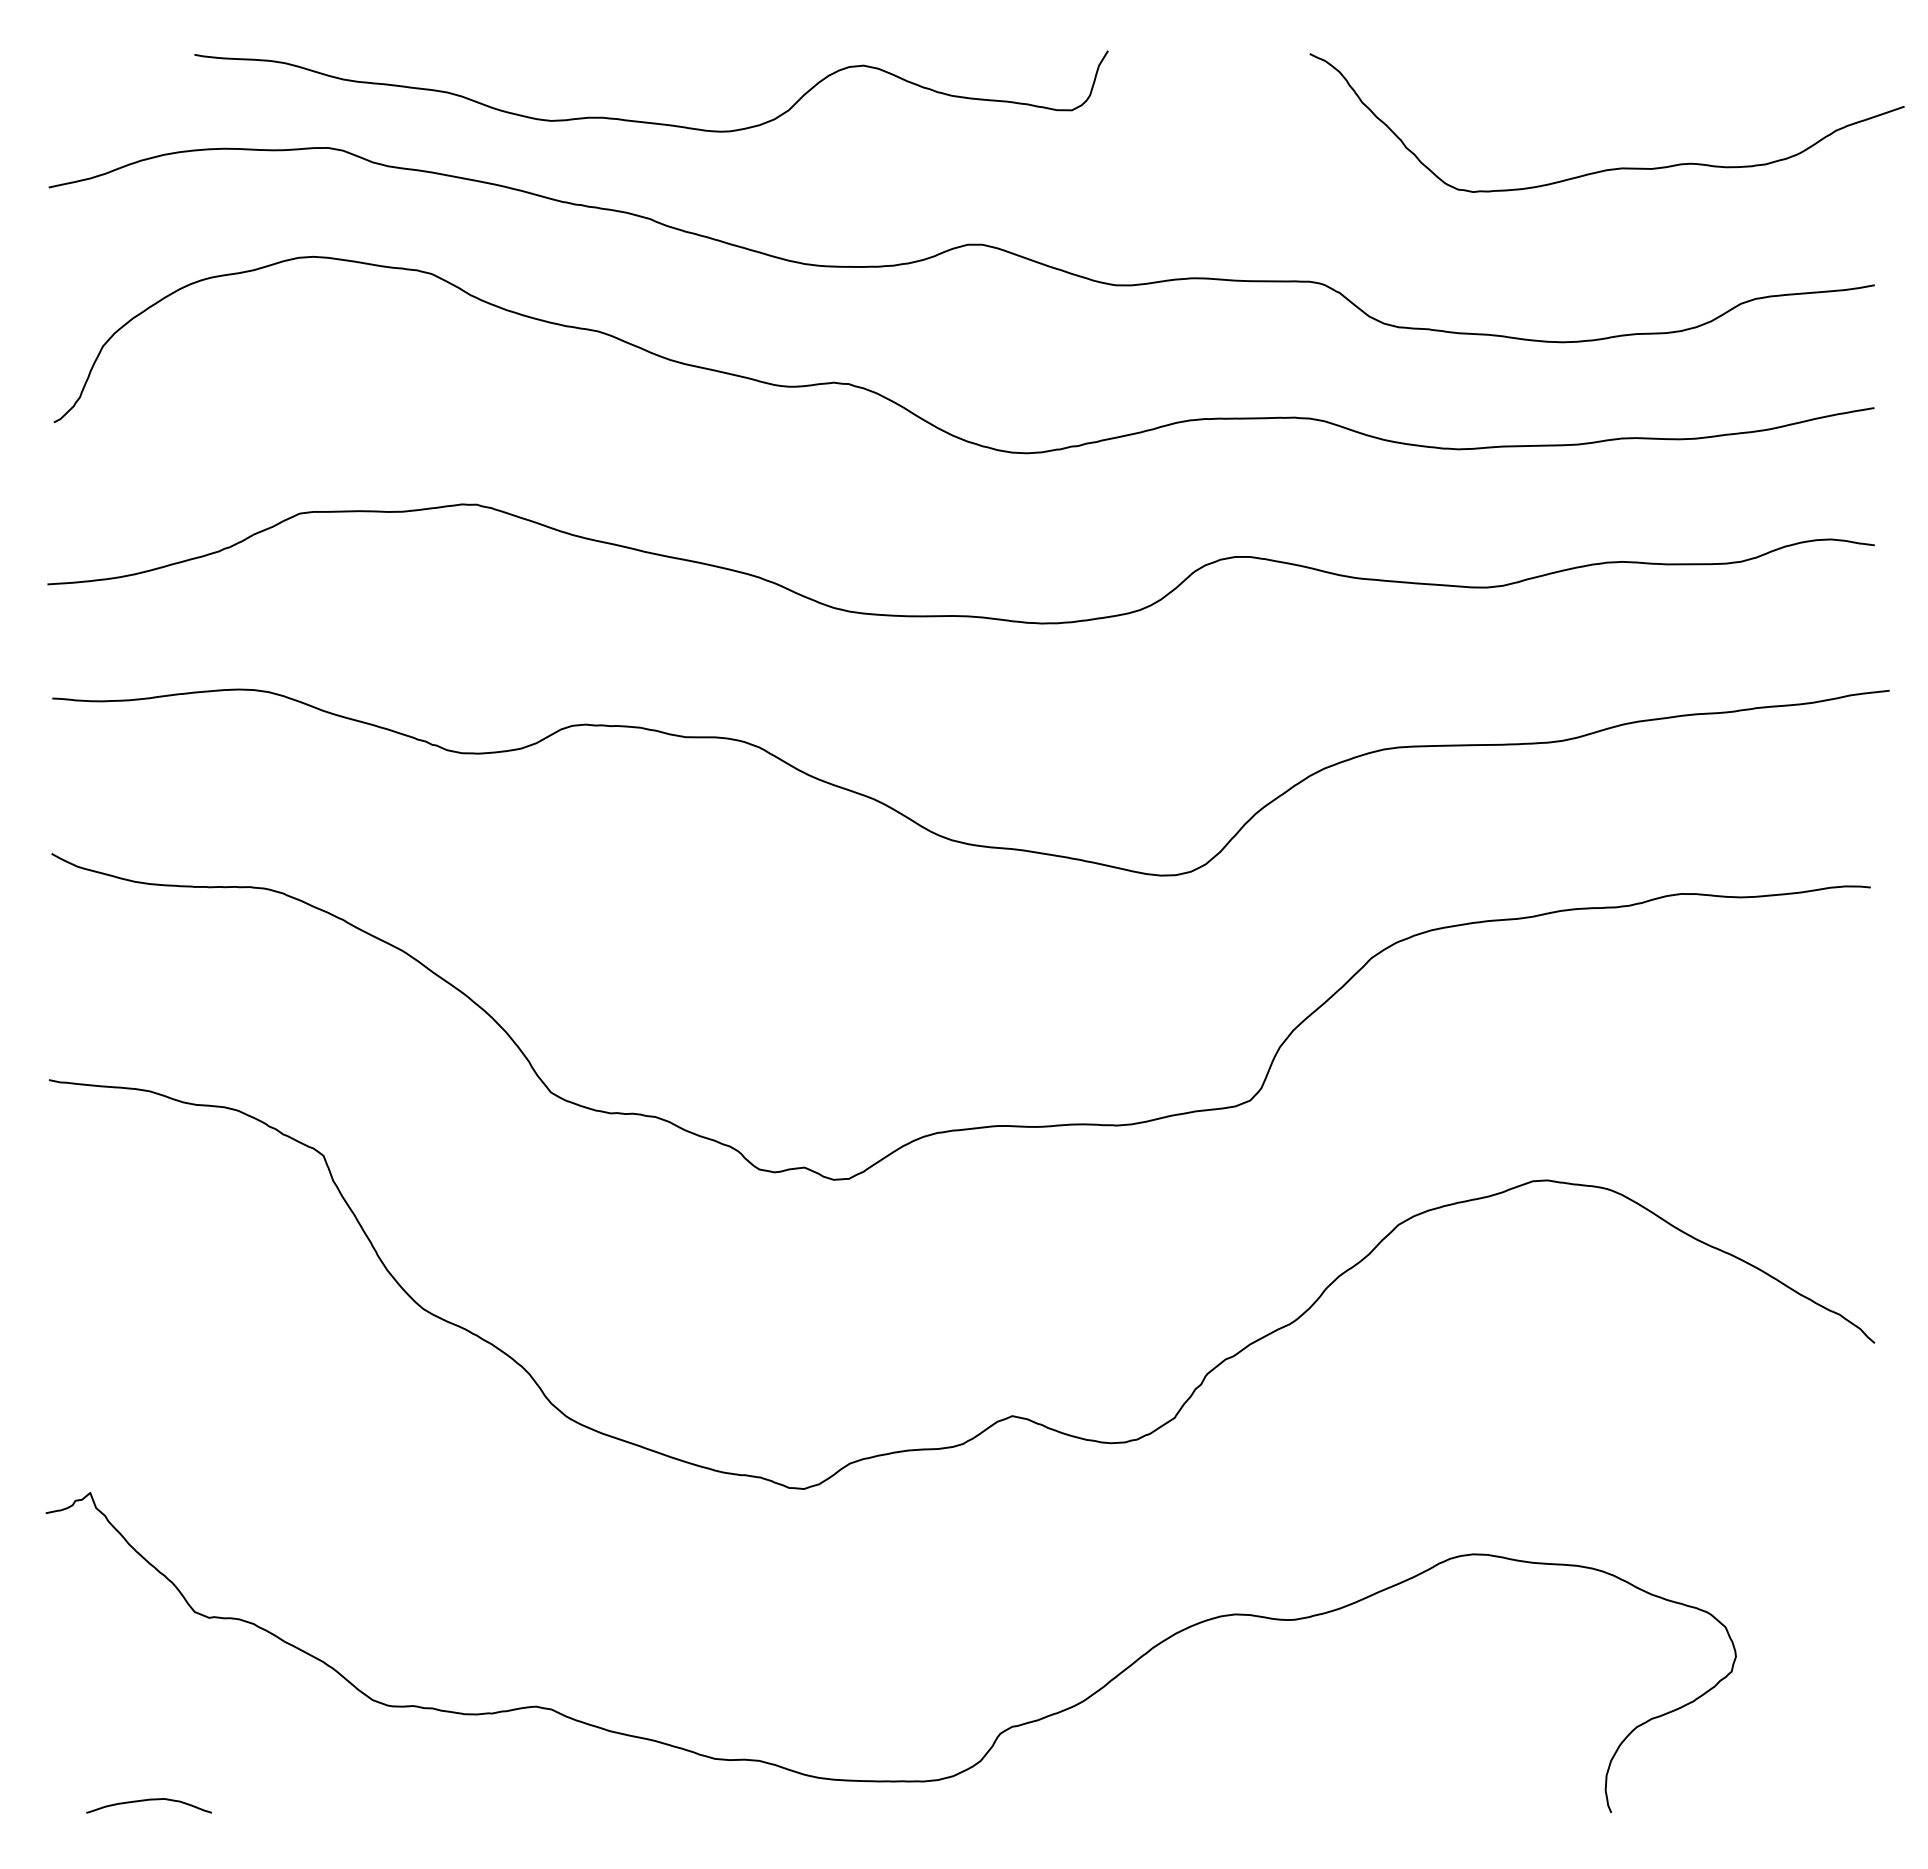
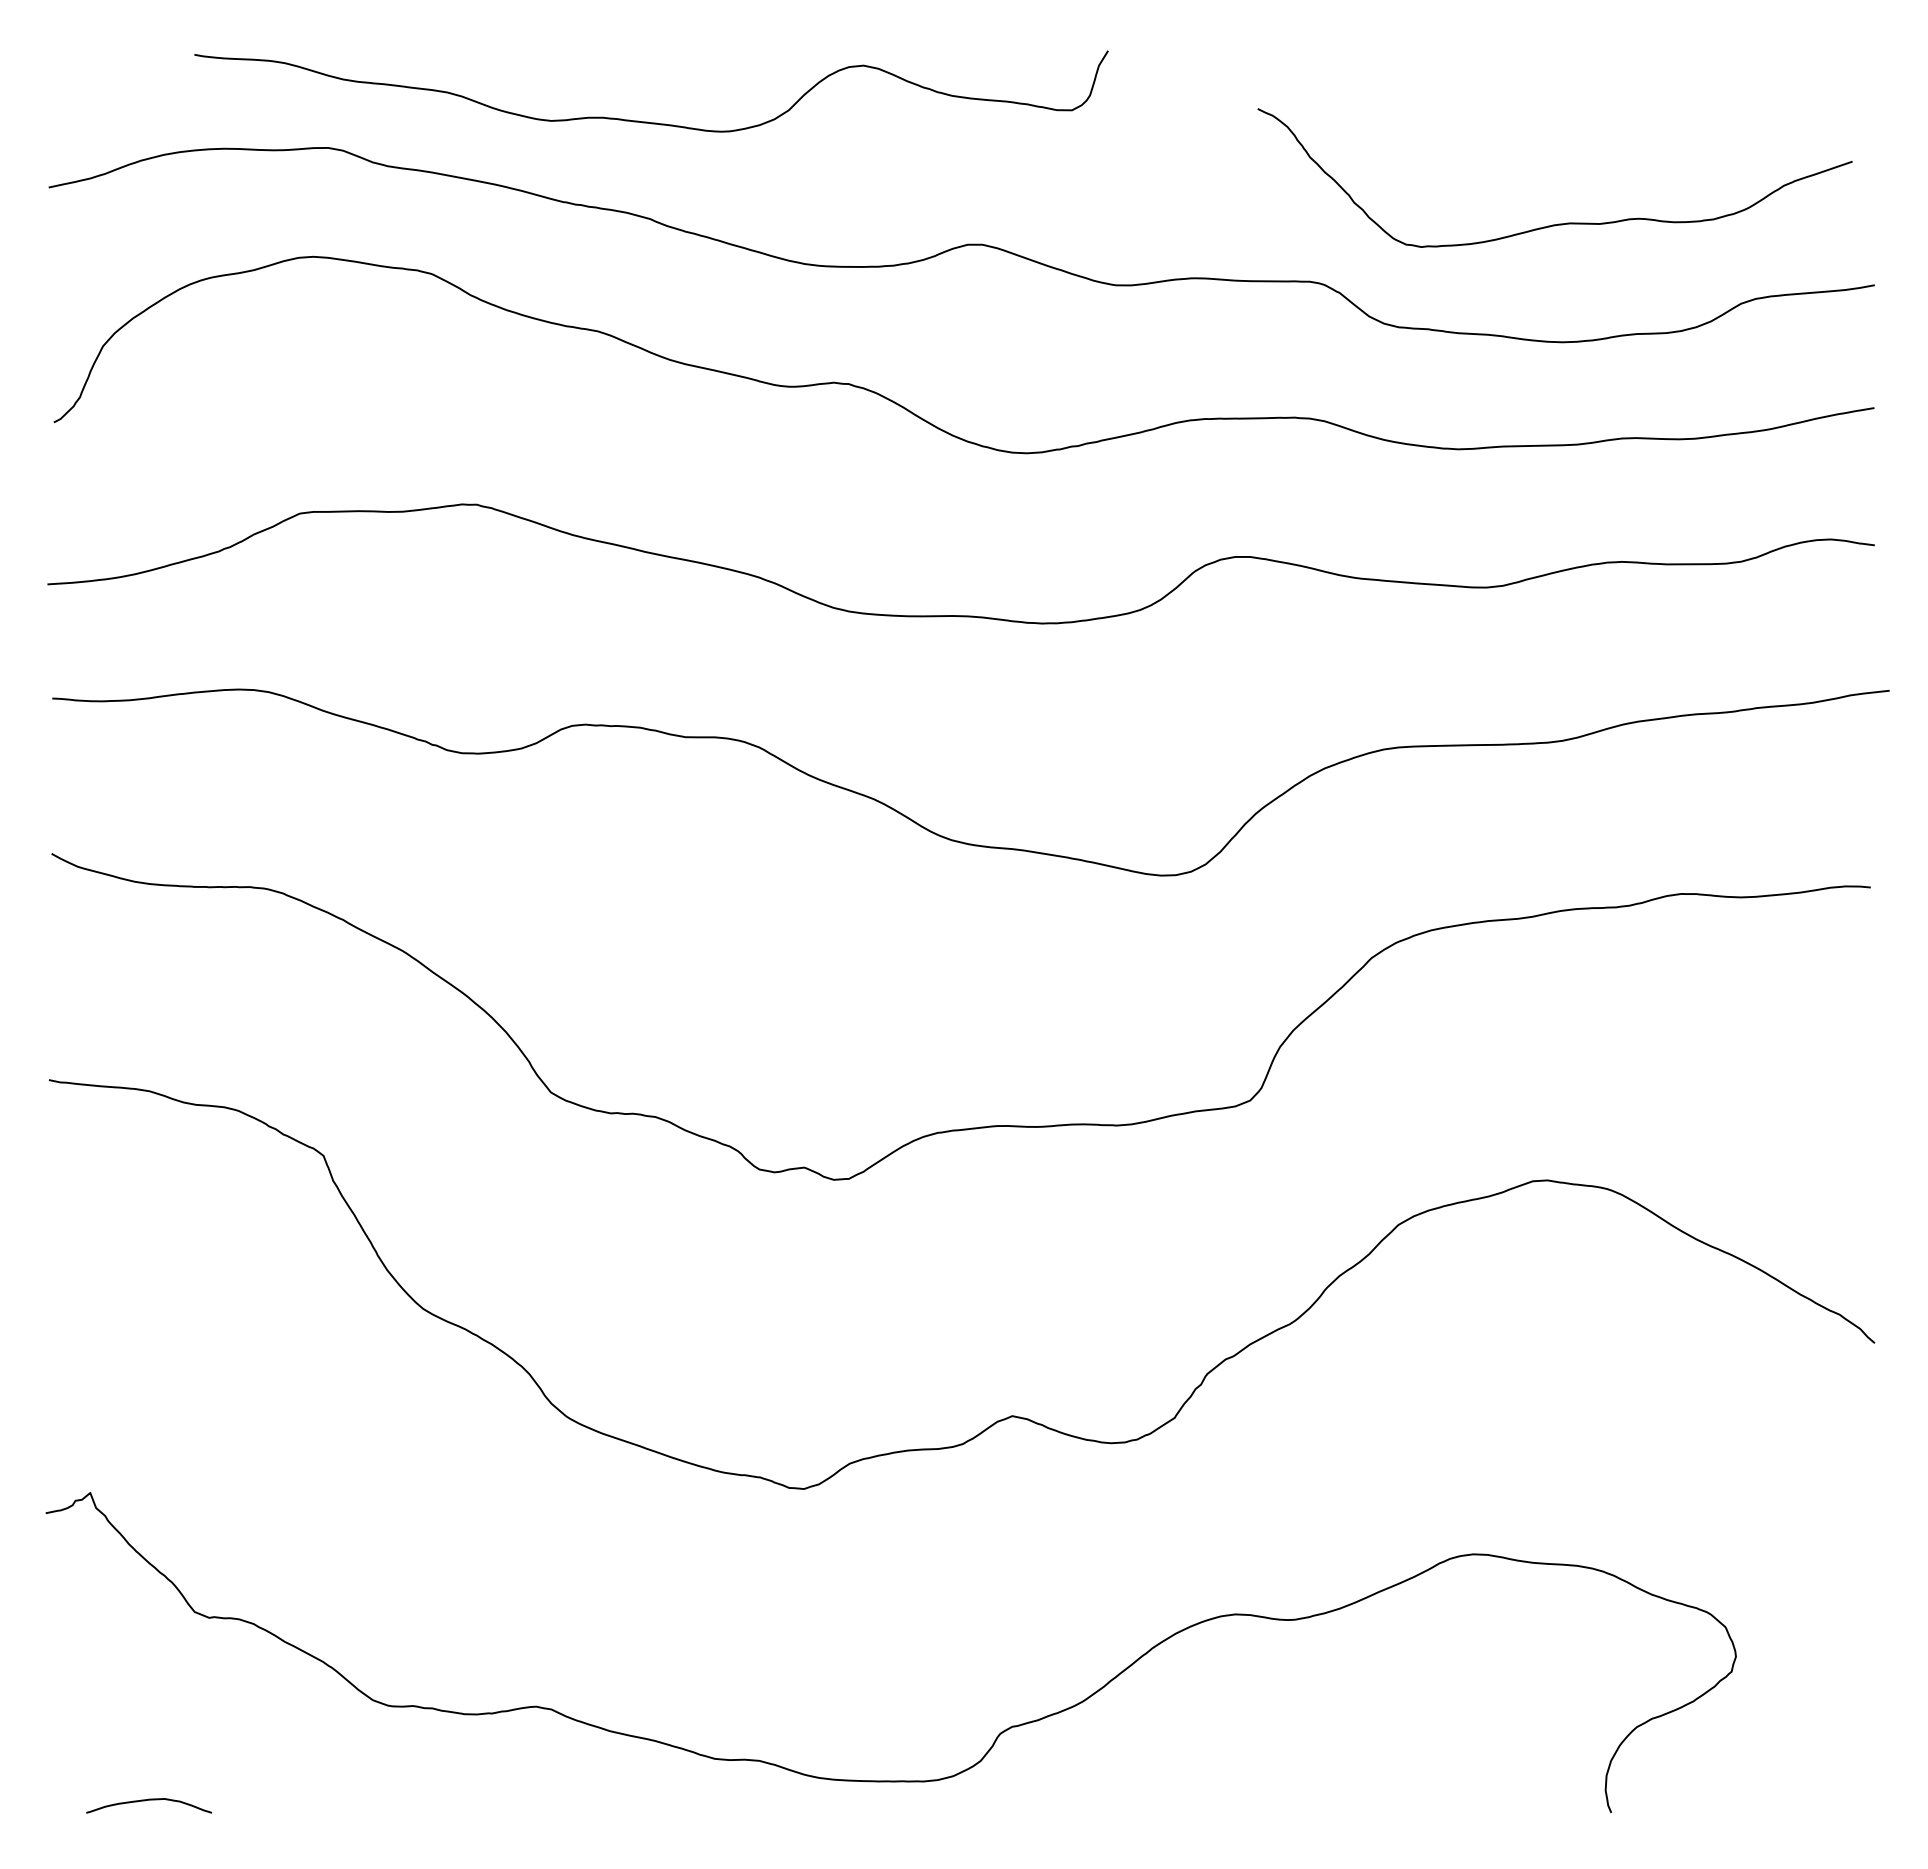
curve at (1610, 168) position: (1610, 168) -> (1558, 223)
